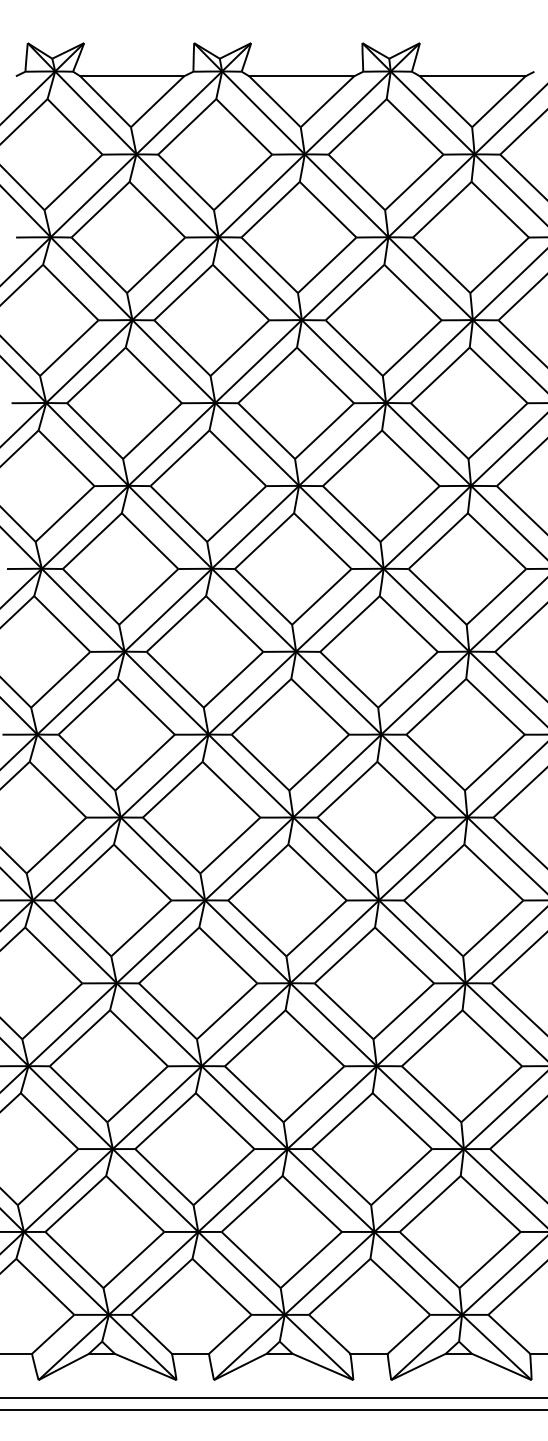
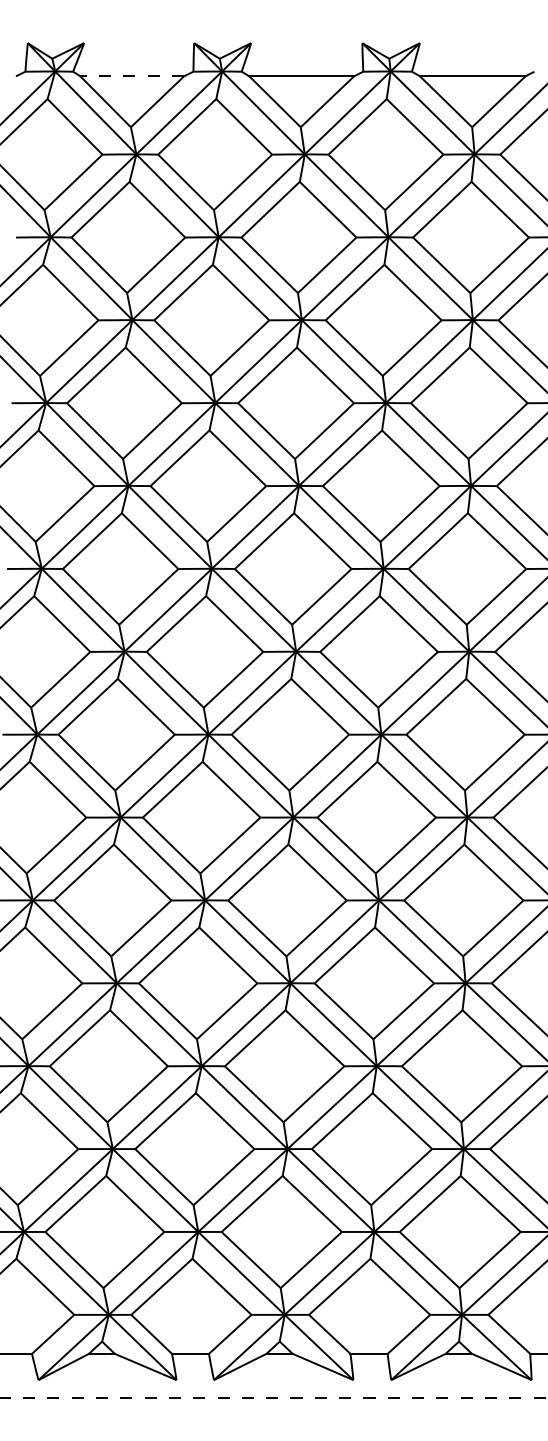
line at (132, 76): solid -> dashed
line at (274, 1397): solid -> dashed
line at (273, 1409): present -> none
